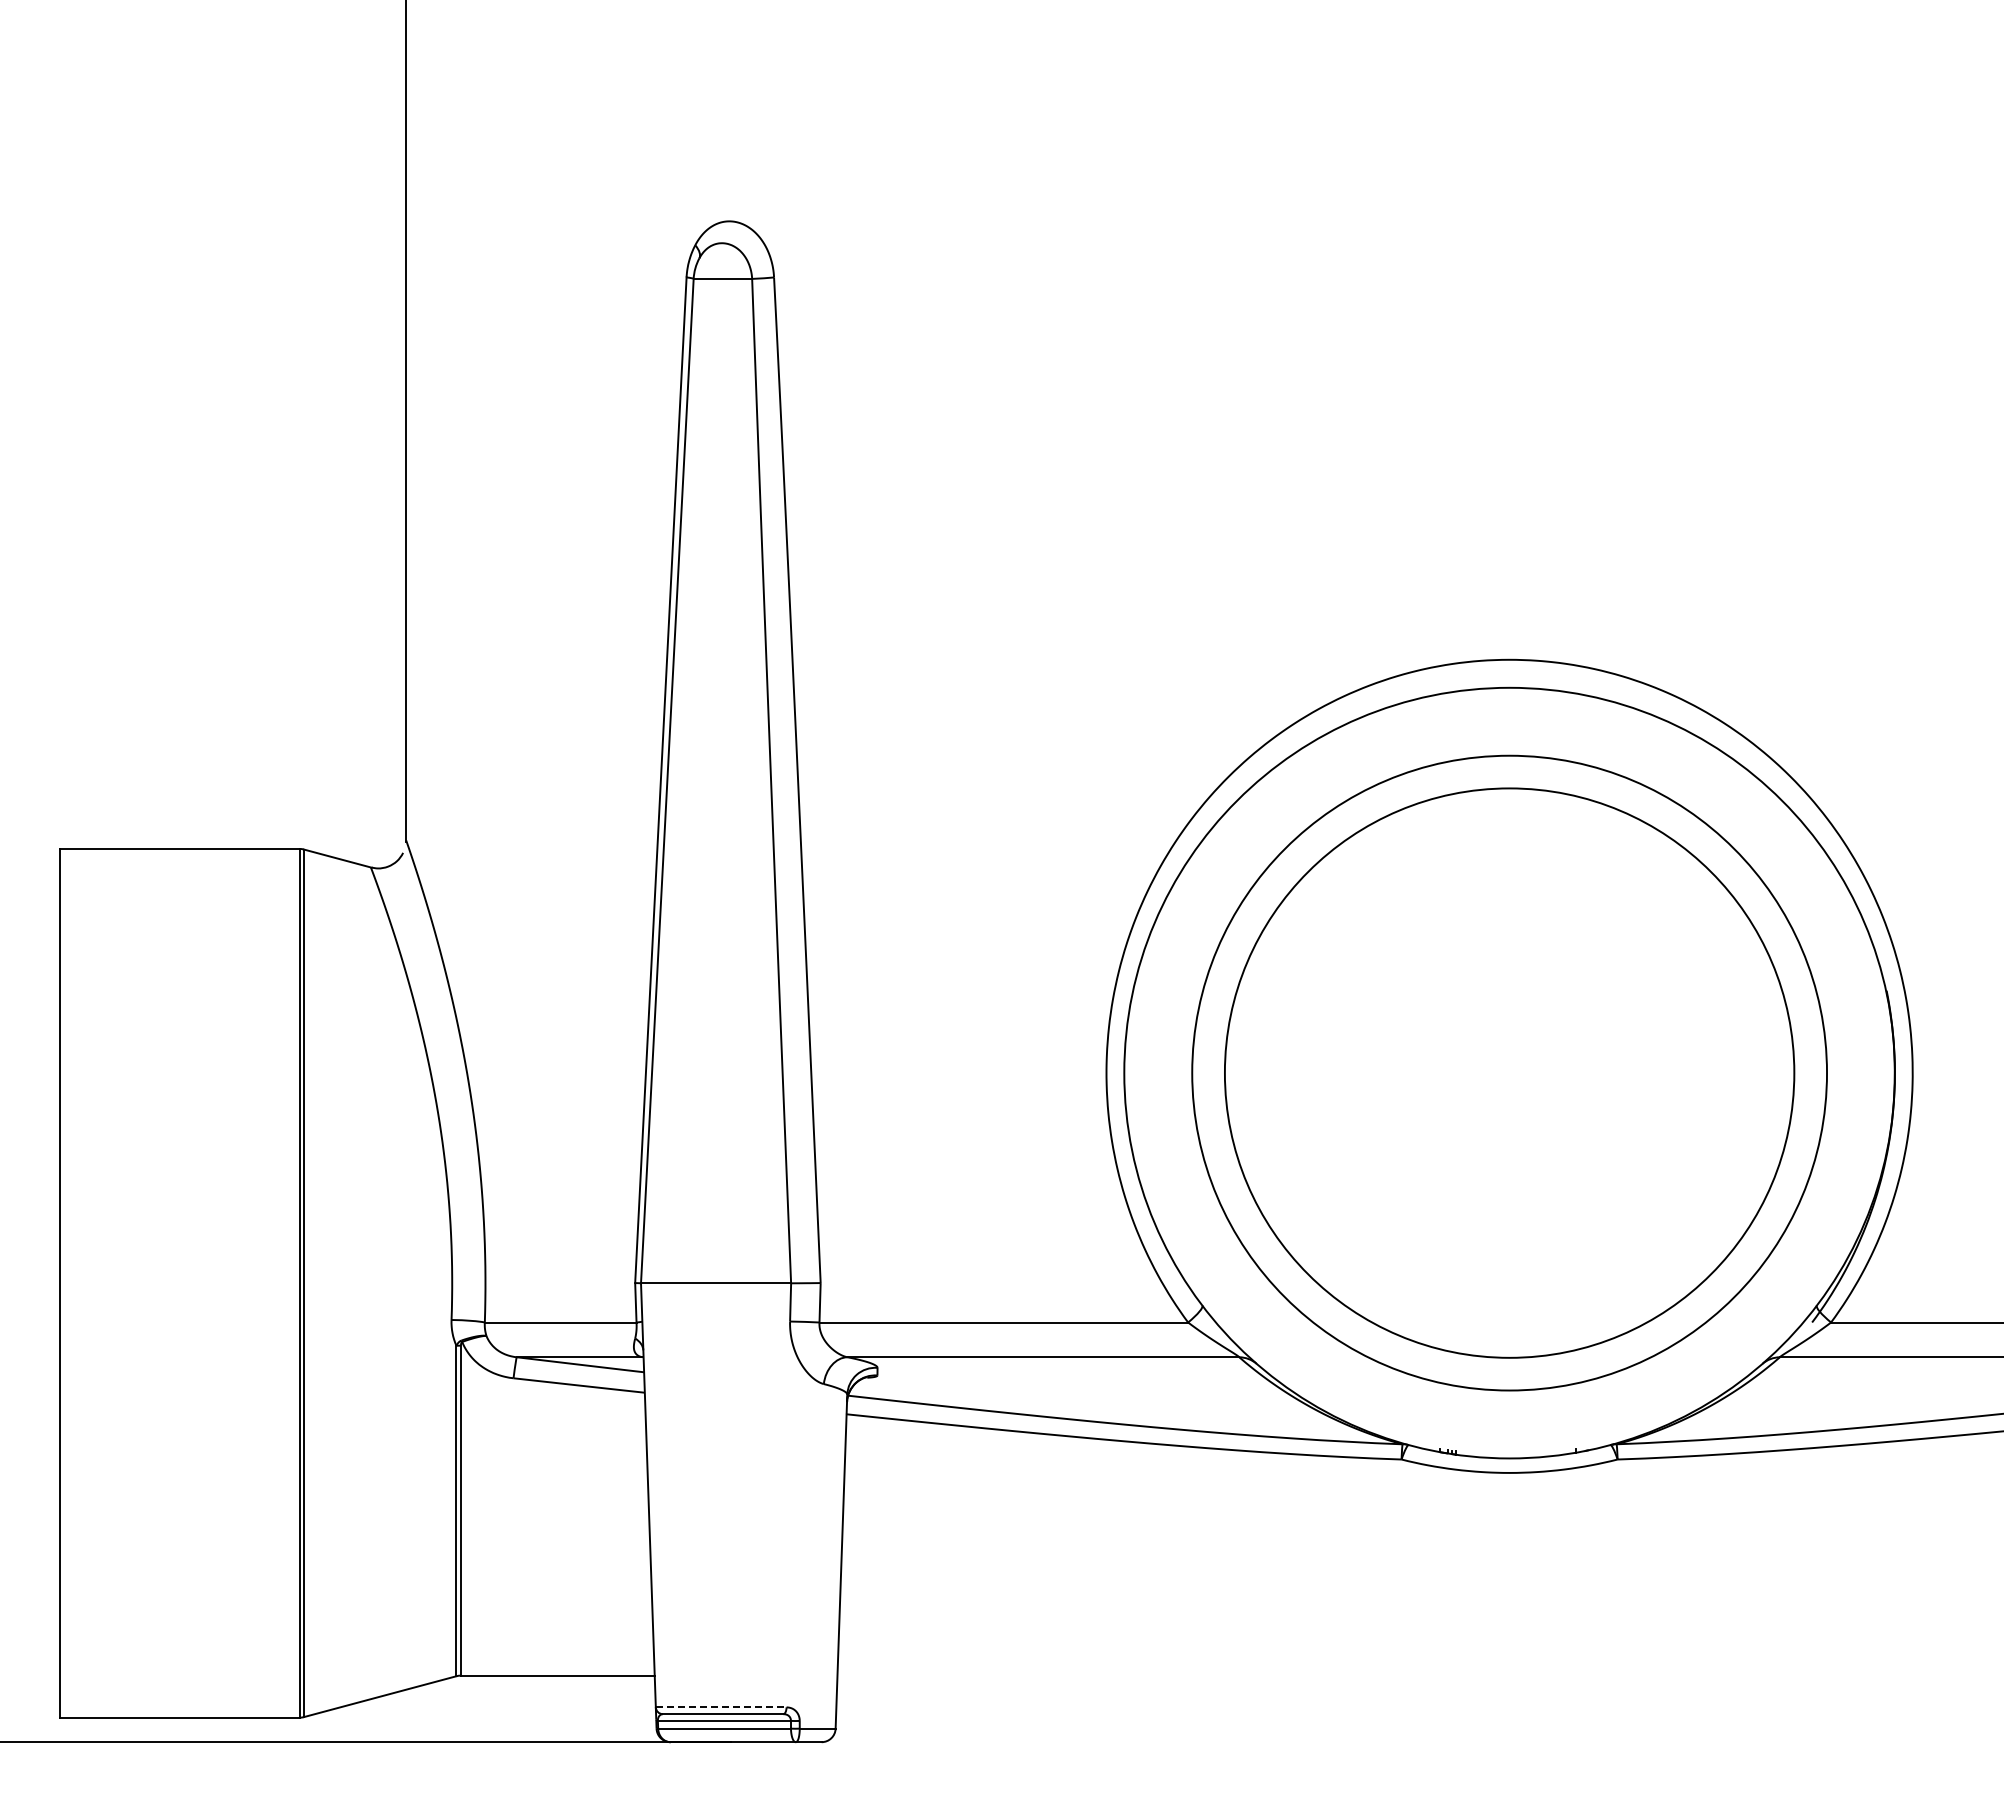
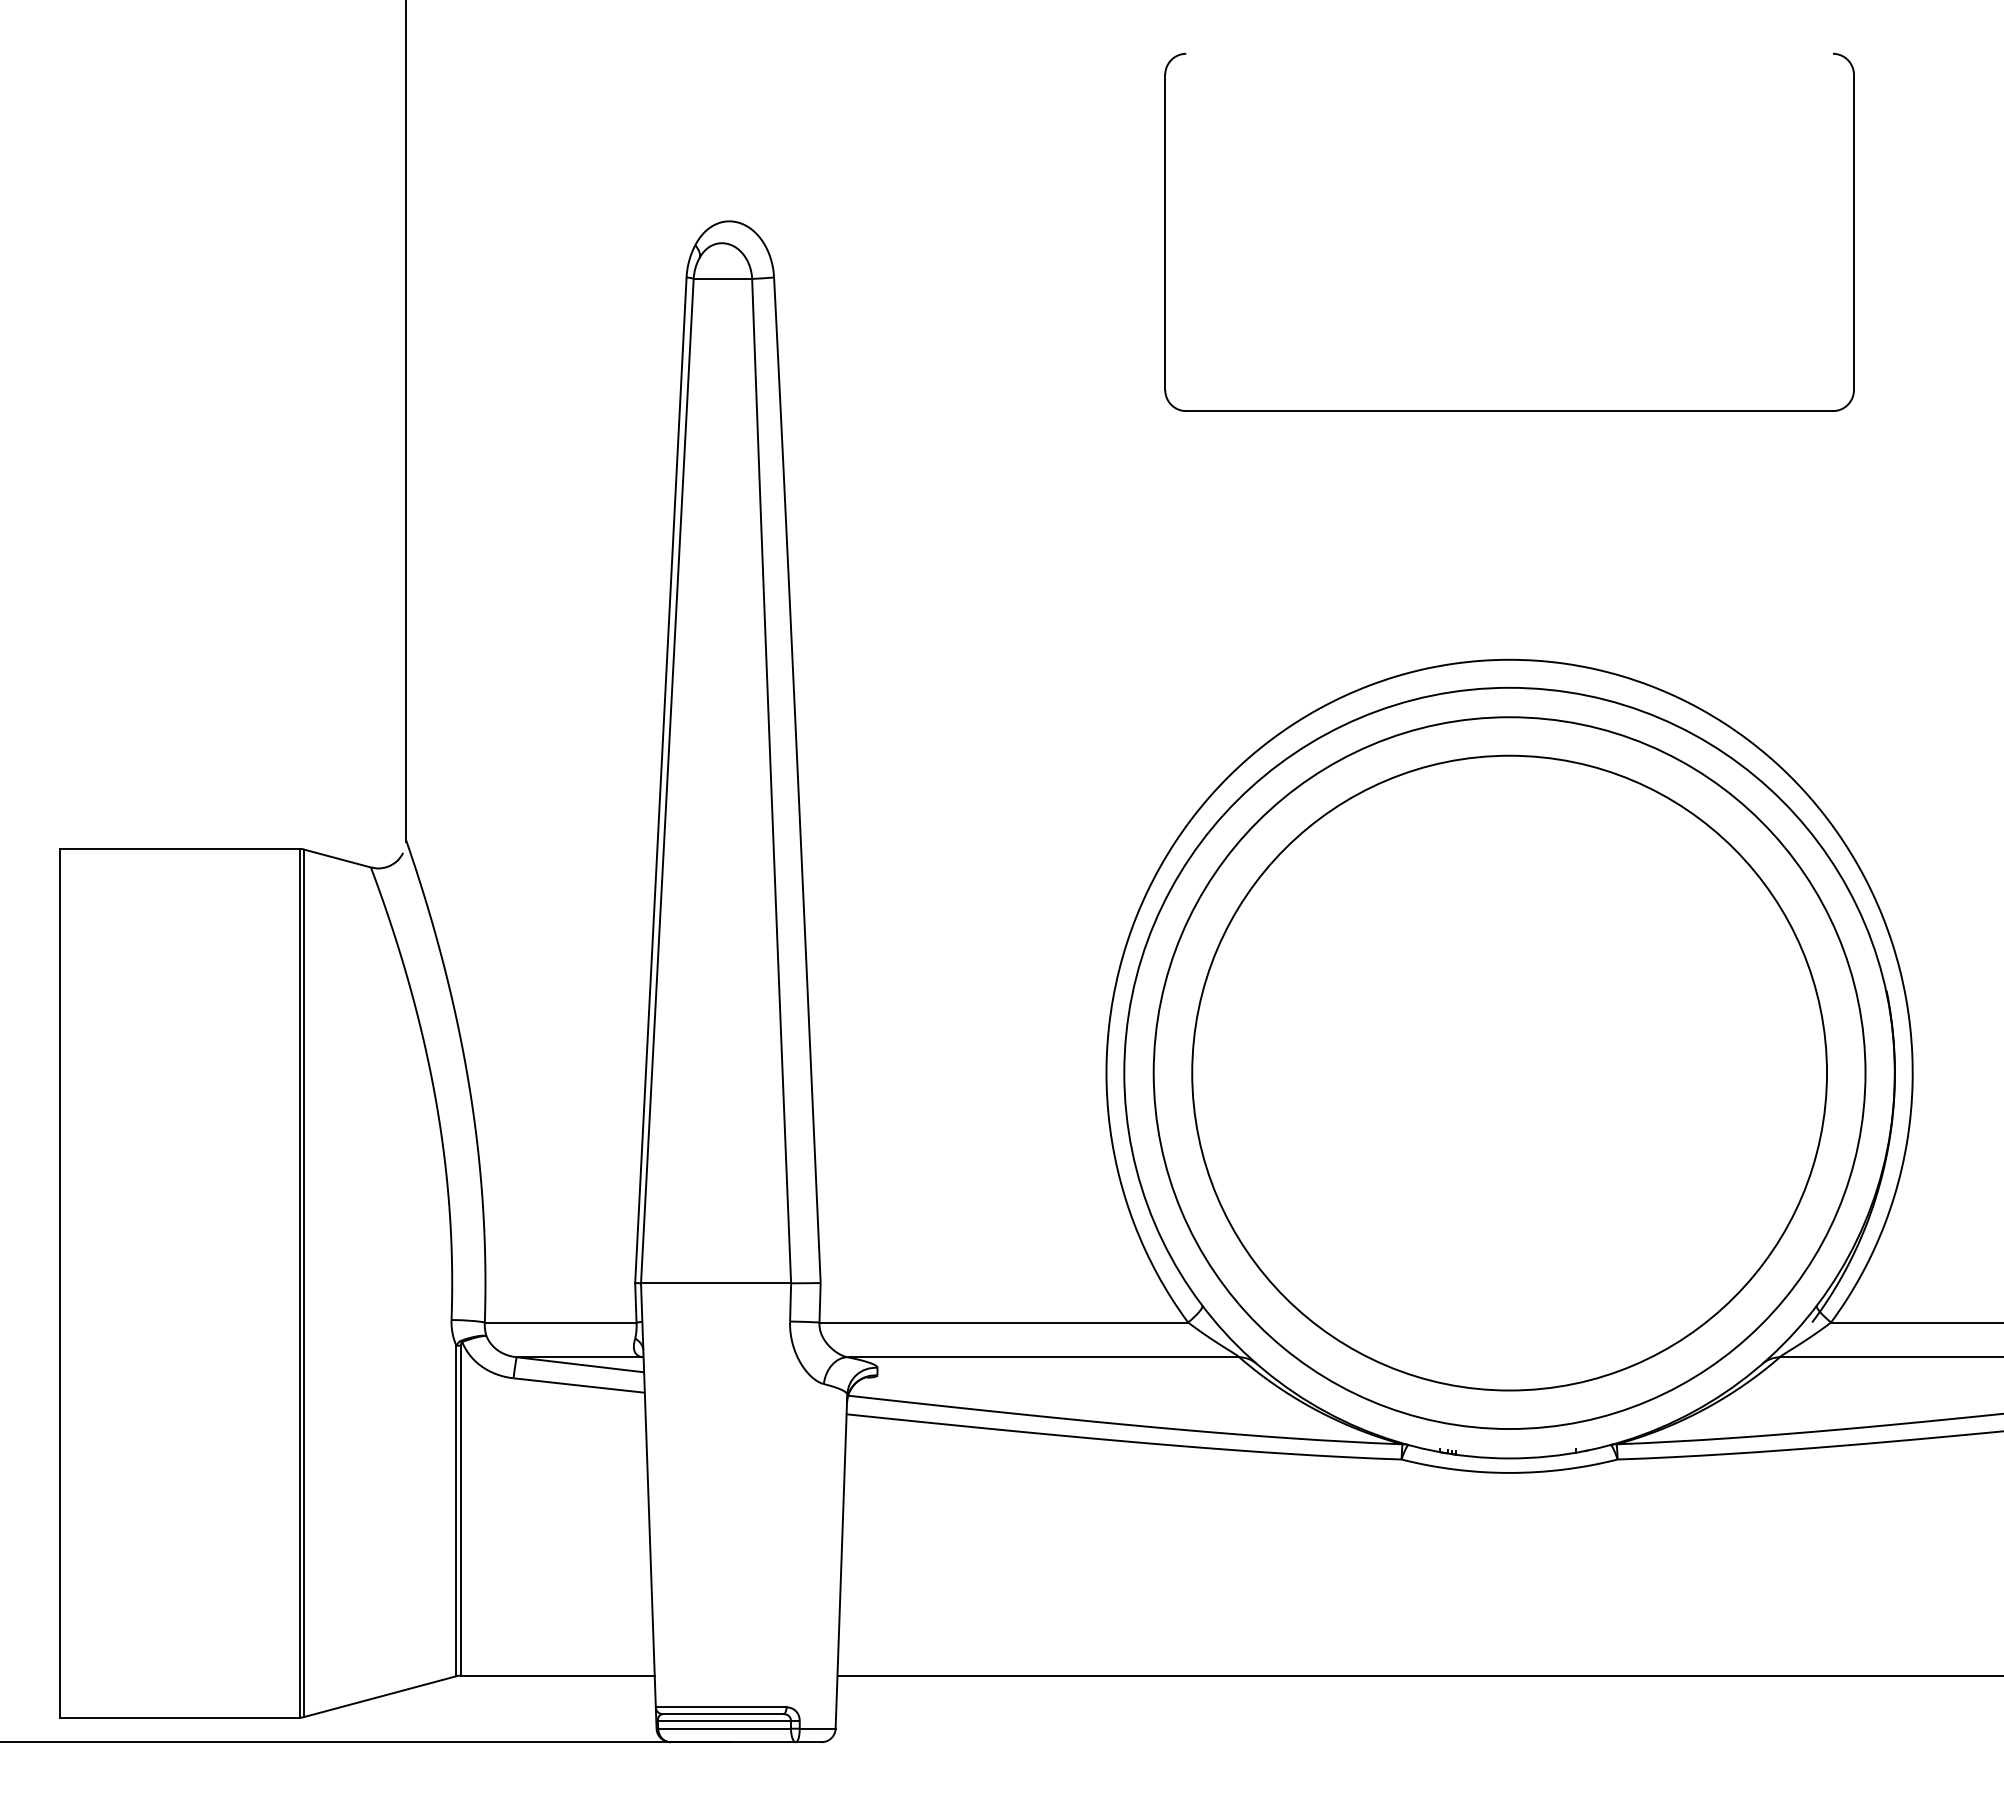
part at (1509, 410): none -> present
circle at (1509, 1072) diameter: 569 px -> 712 px
line at (1418, 1675): none -> present
line at (721, 1707): dashed -> solid
